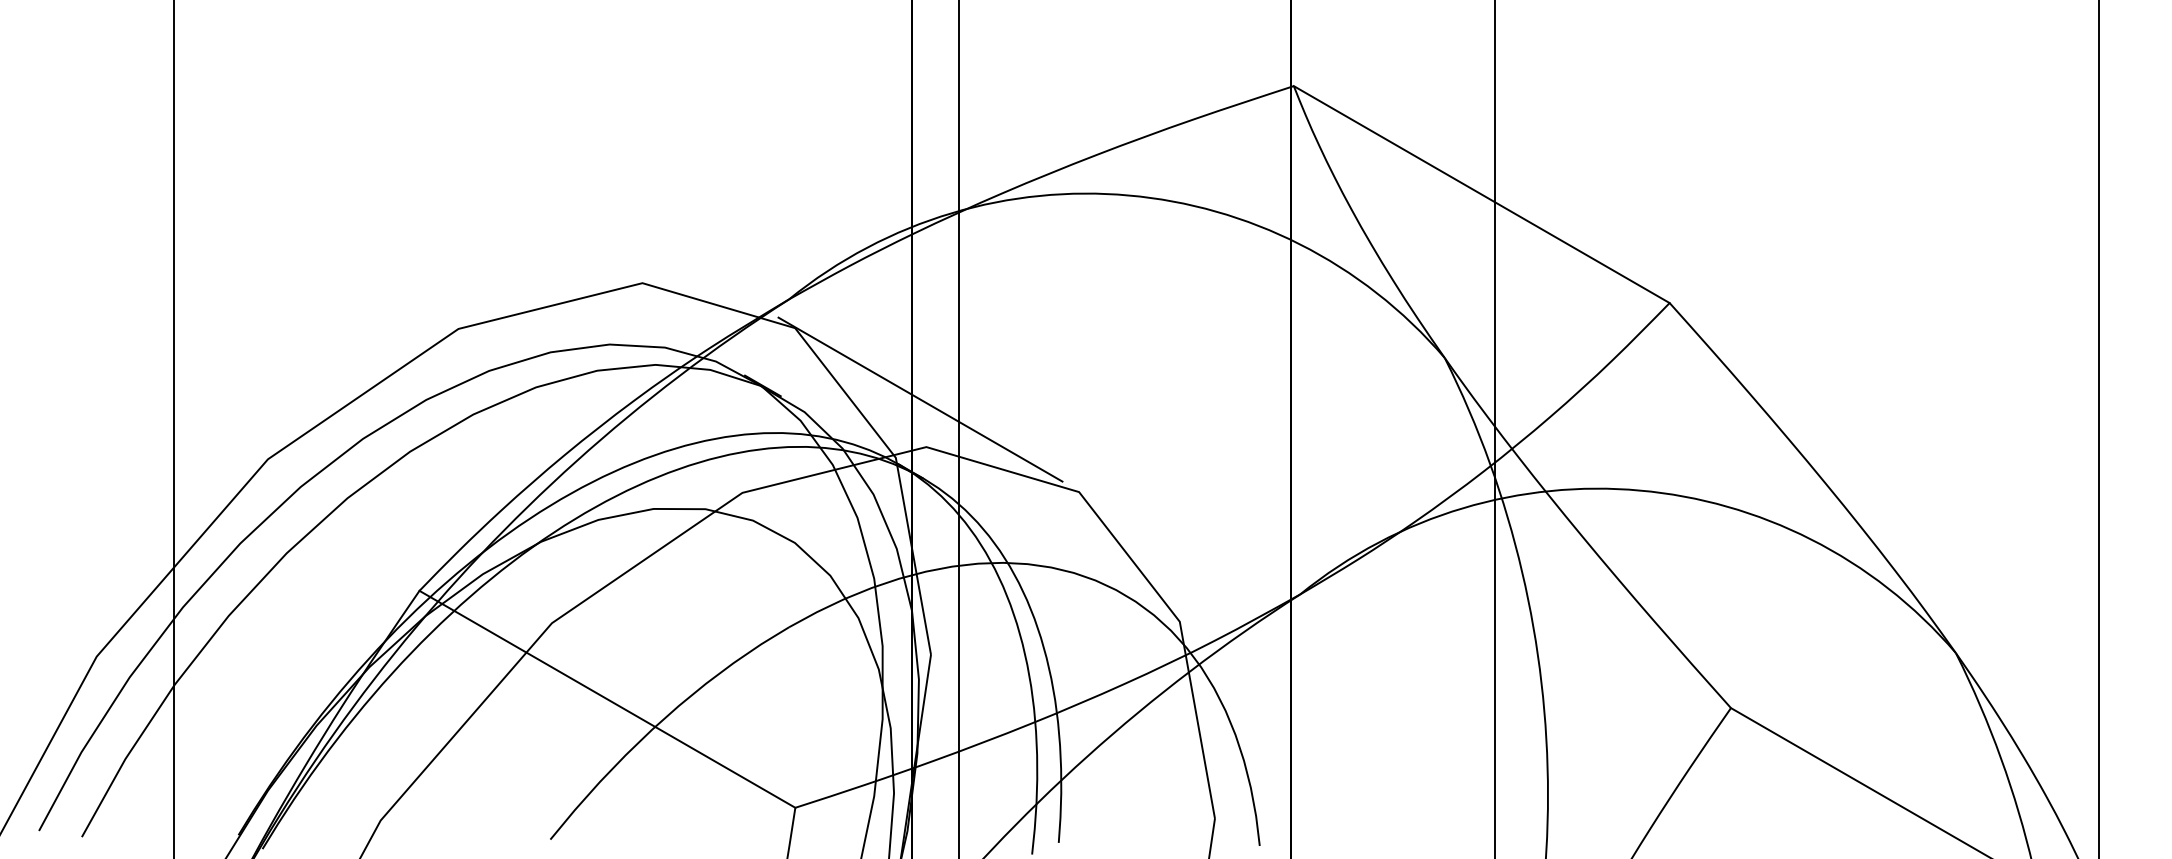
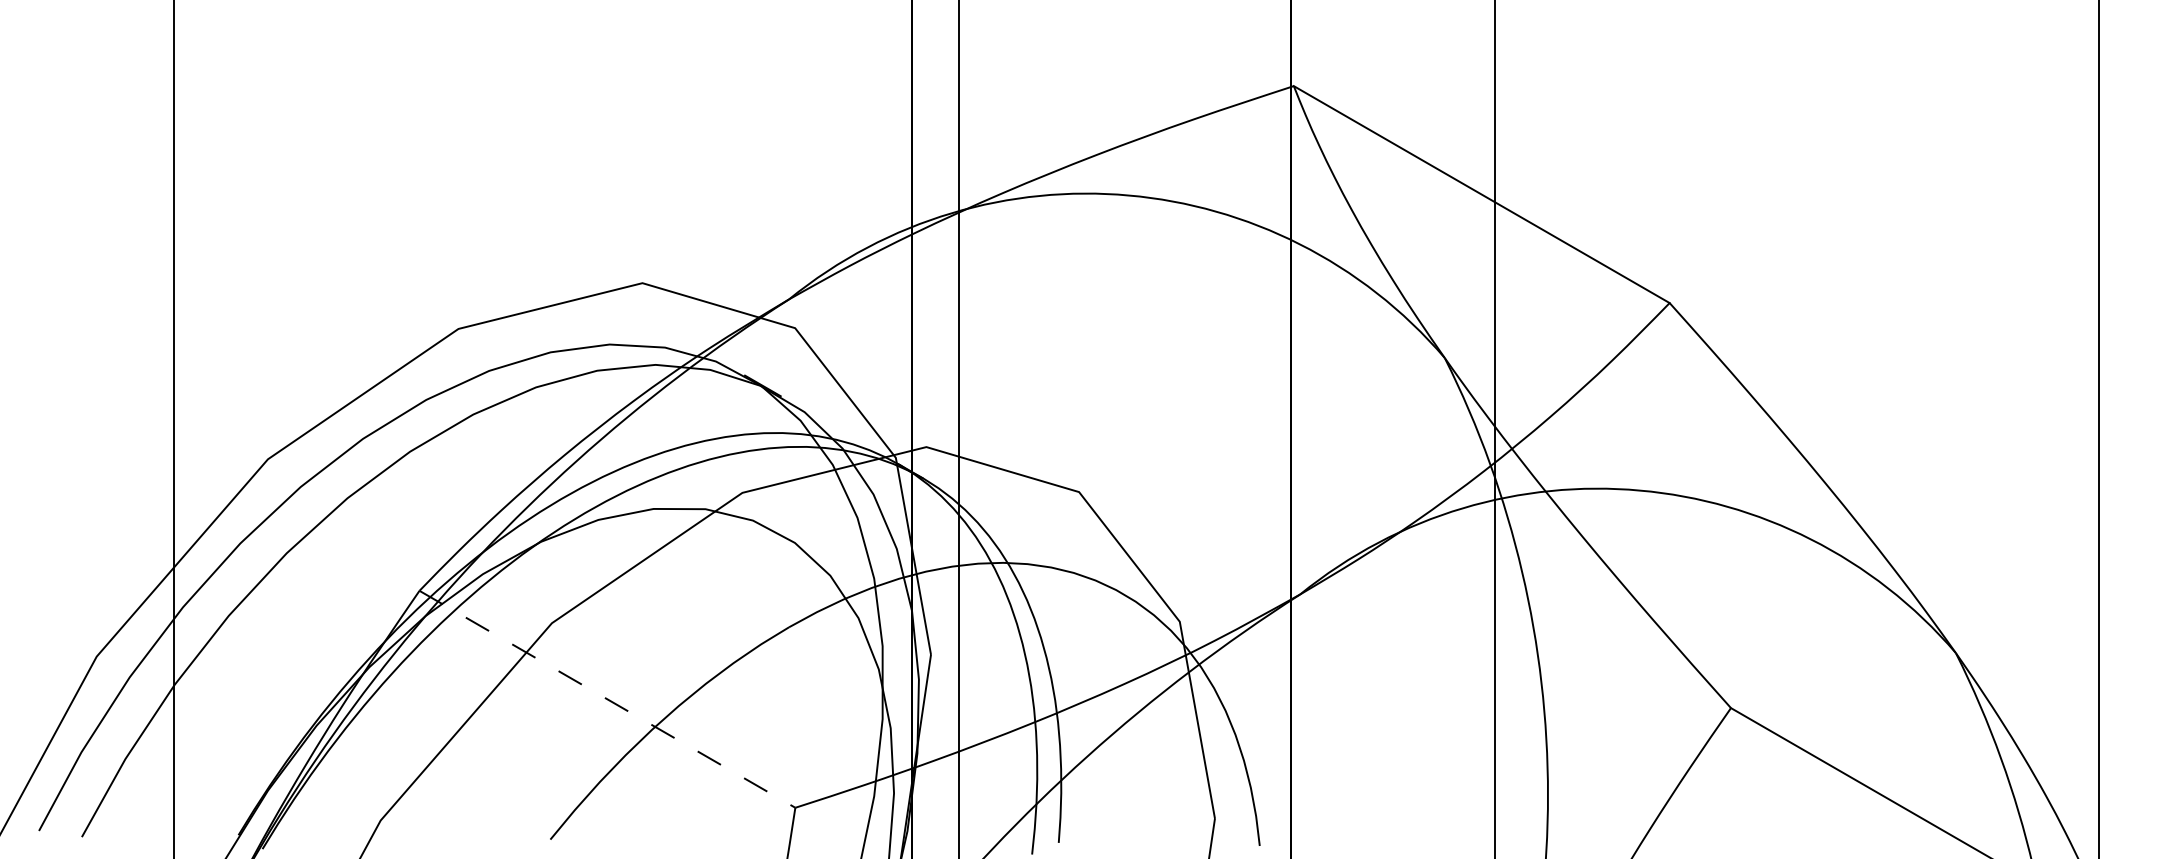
line at (920, 399): present -> none
line at (607, 699): solid -> dashed
